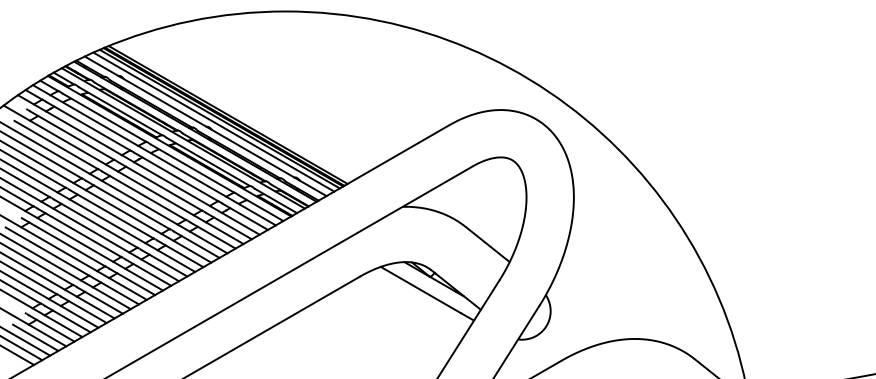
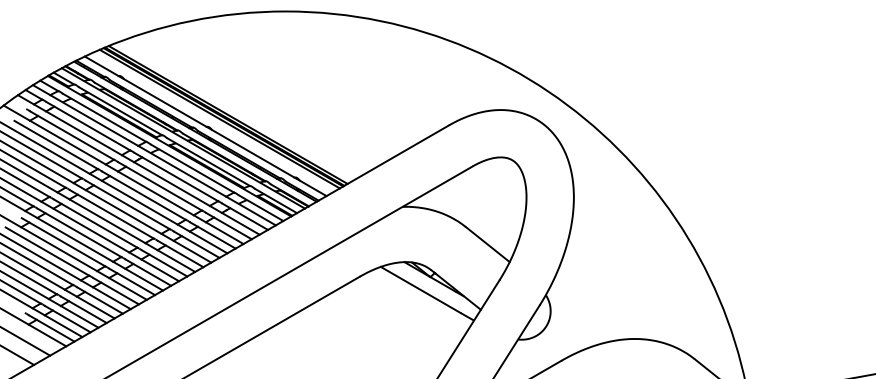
line at (213, 121): present -> none
line at (35, 337): present -> none
line at (22, 348): present -> none
